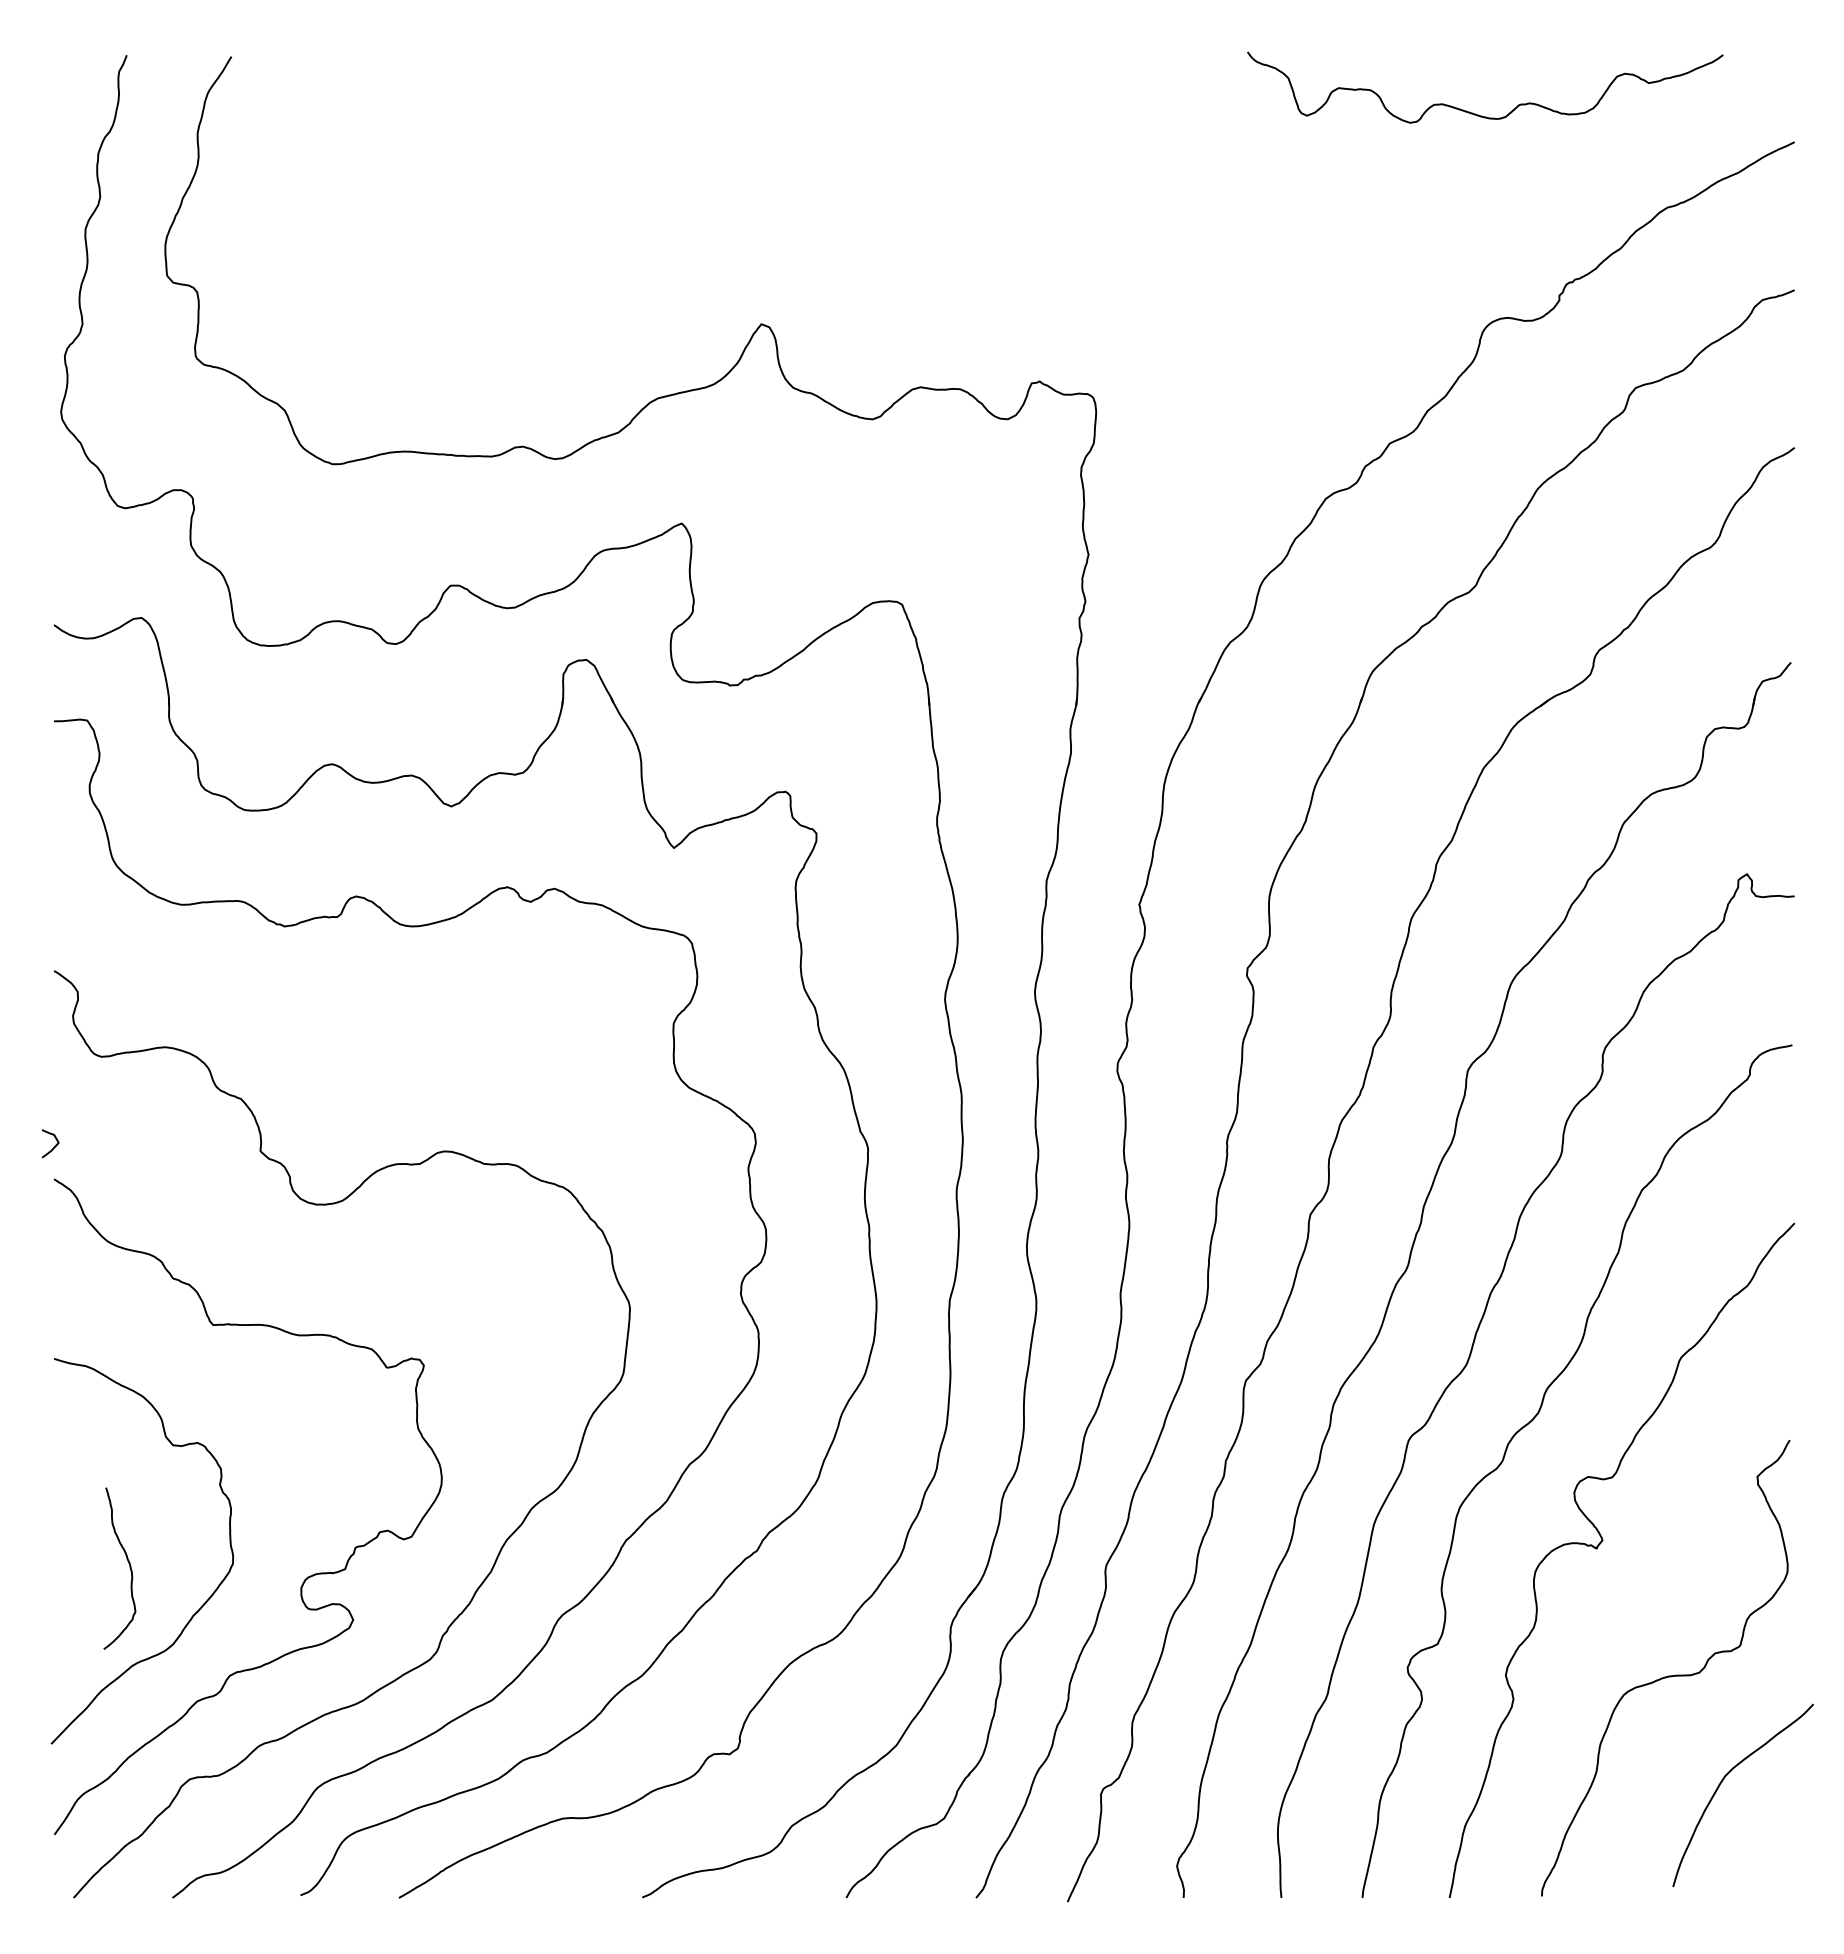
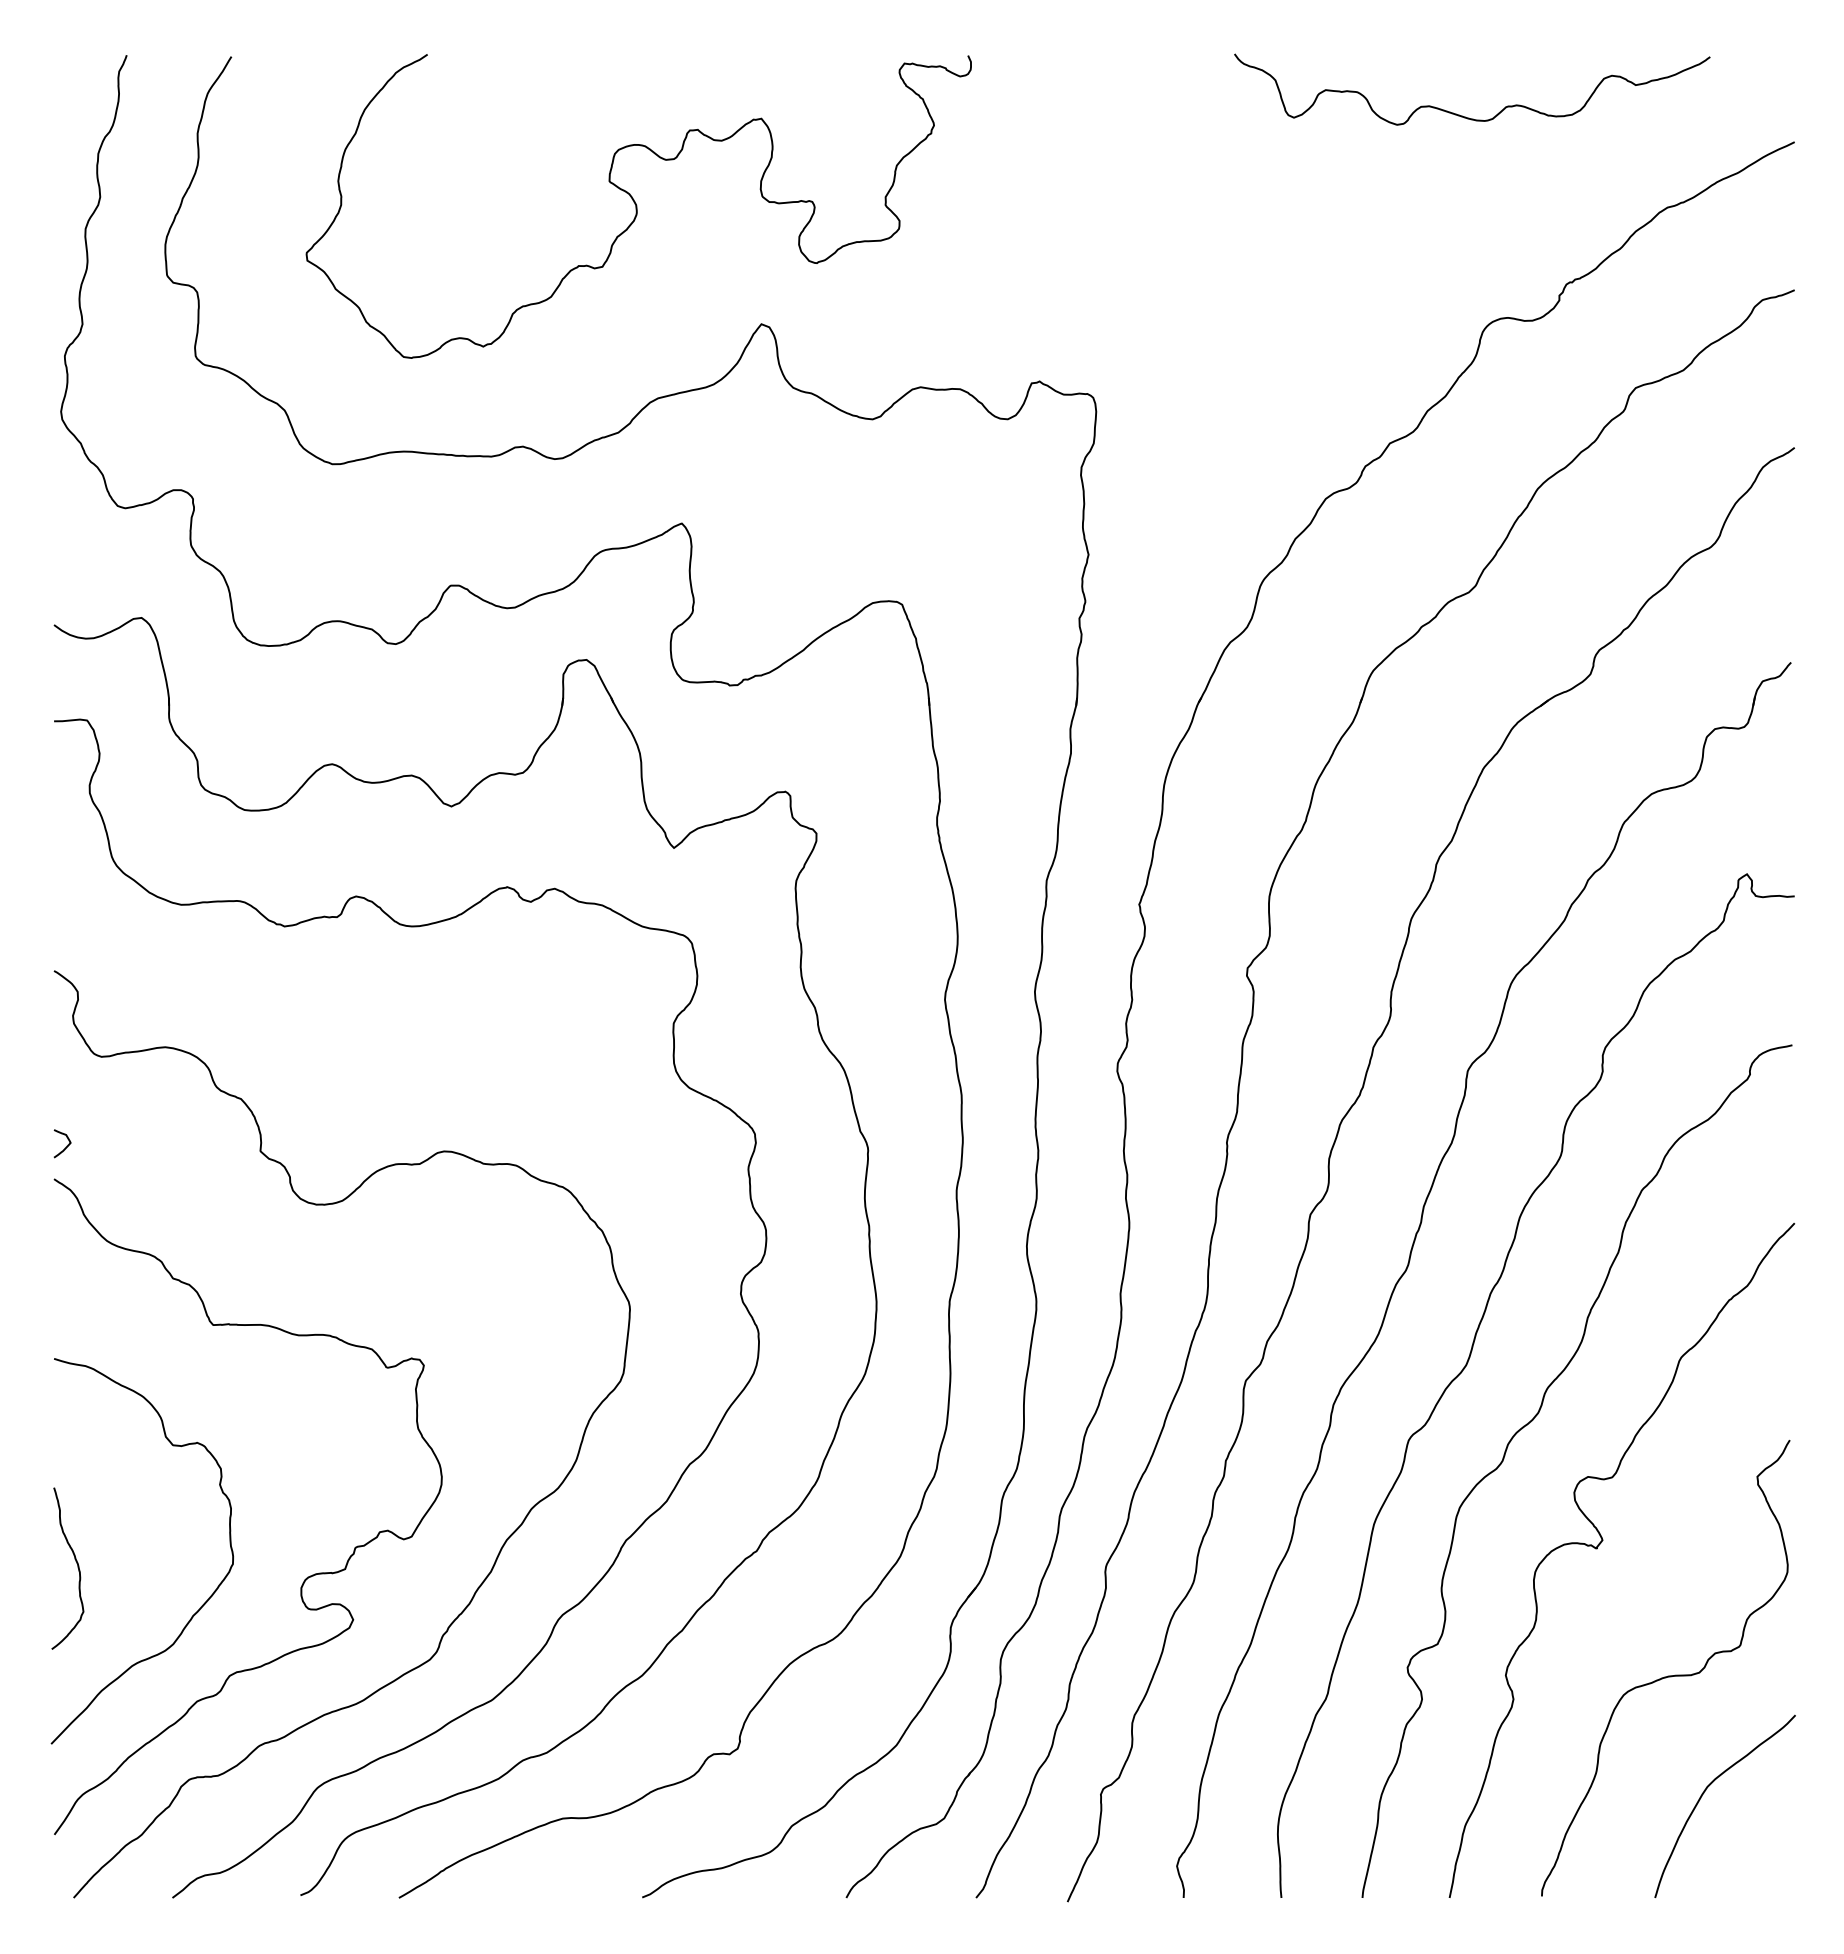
curve at (1475, 113) position: (1475, 113) -> (1462, 115)
curve at (637, 206): none -> present
curve at (54, 1146) position: (54, 1146) -> (66, 1146)
curve at (129, 1567) position: (129, 1567) -> (77, 1567)
curve at (1722, 1782) position: (1722, 1782) -> (1704, 1793)
